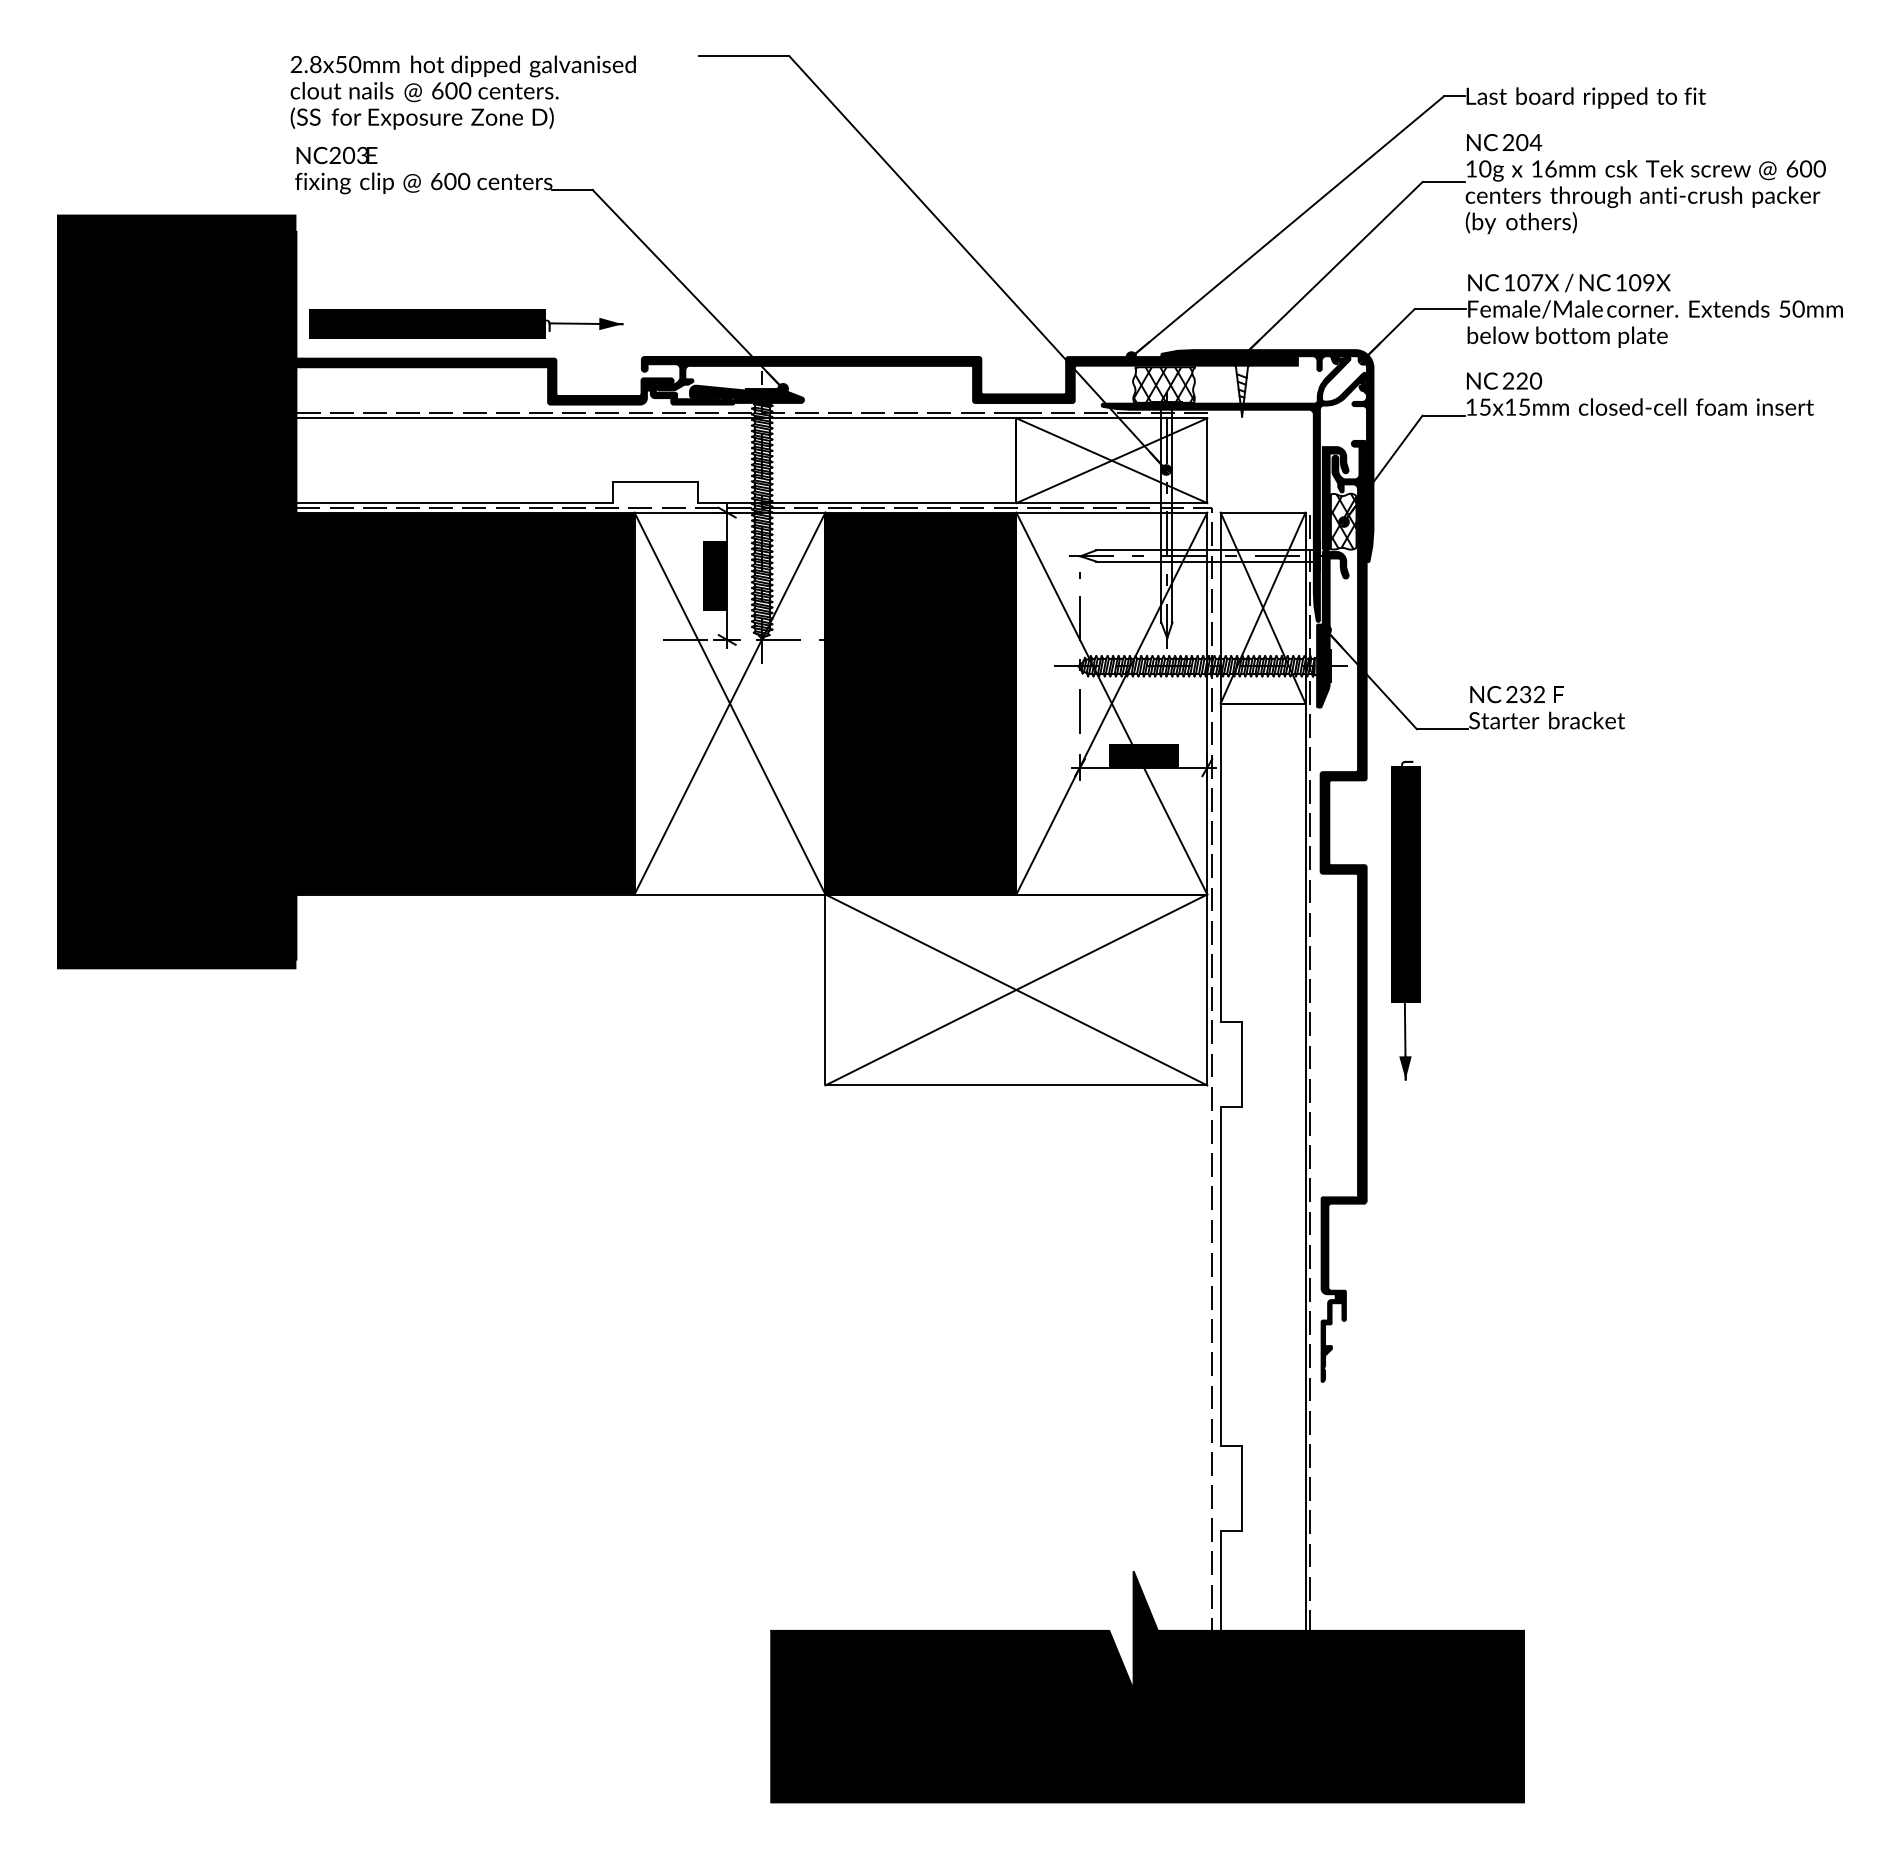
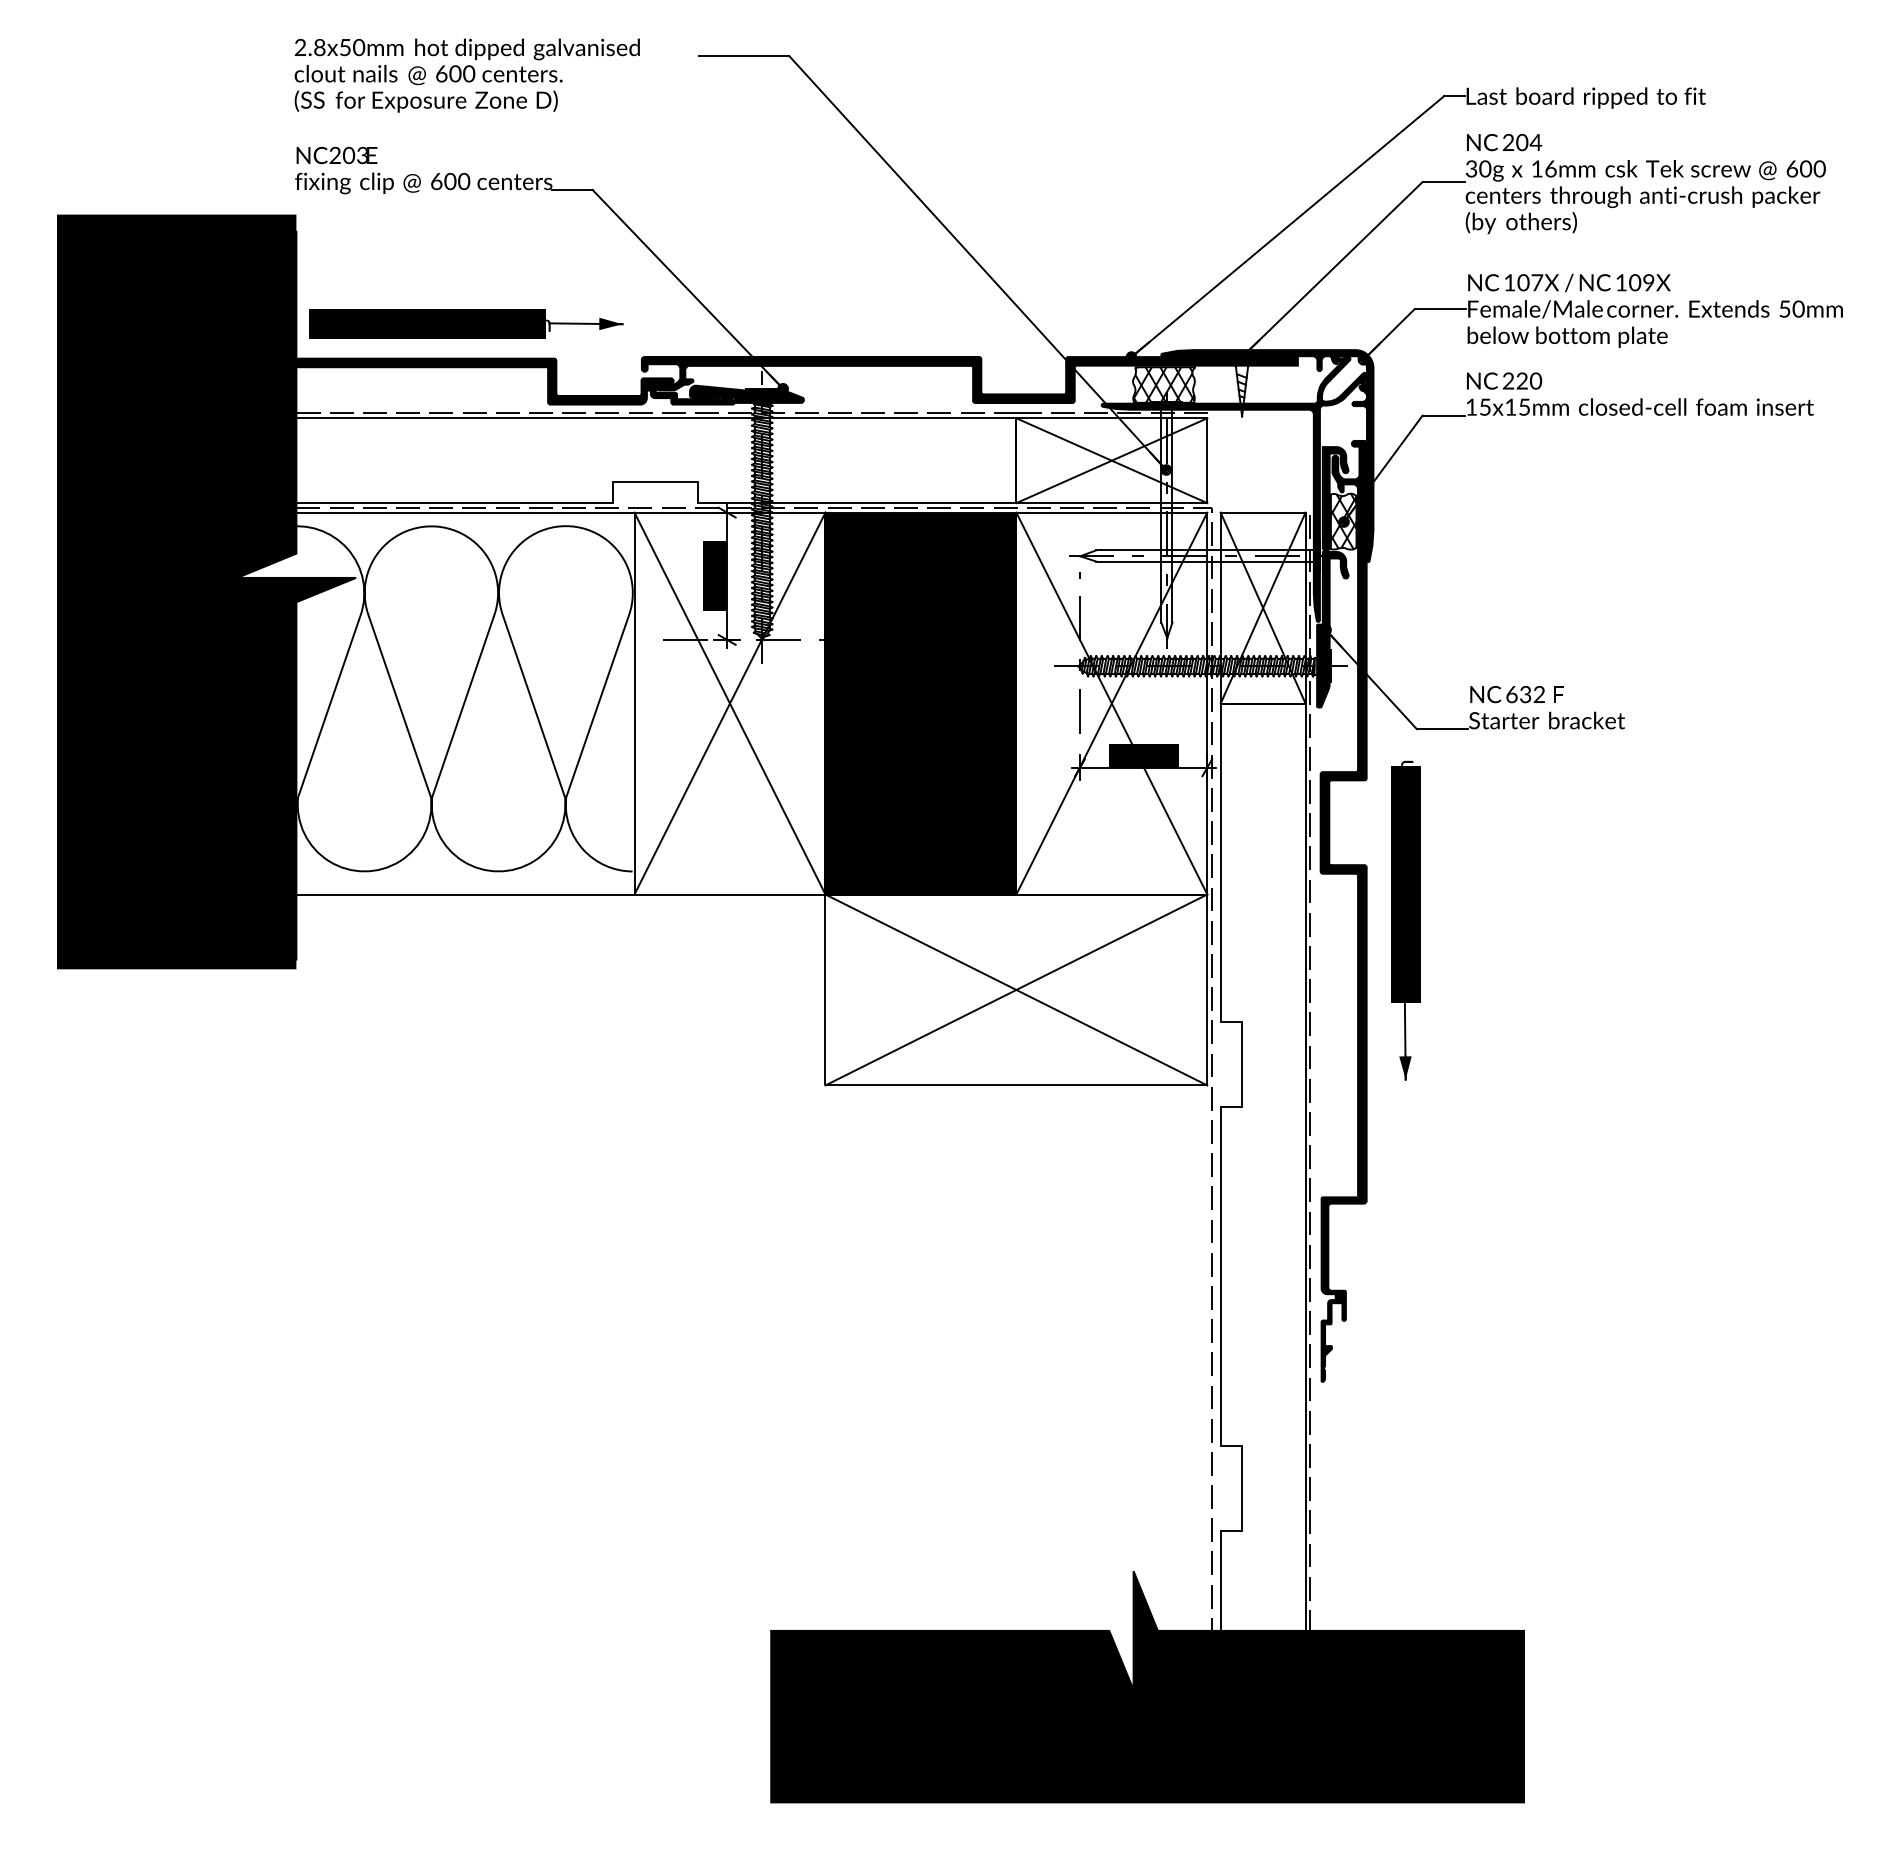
text at (462, 92) position: (462, 92) -> (466, 75)
text at (1471, 168): 10g -> 30g
text at (1511, 694): 232 -> 632
fill at (435, 703): present -> none
